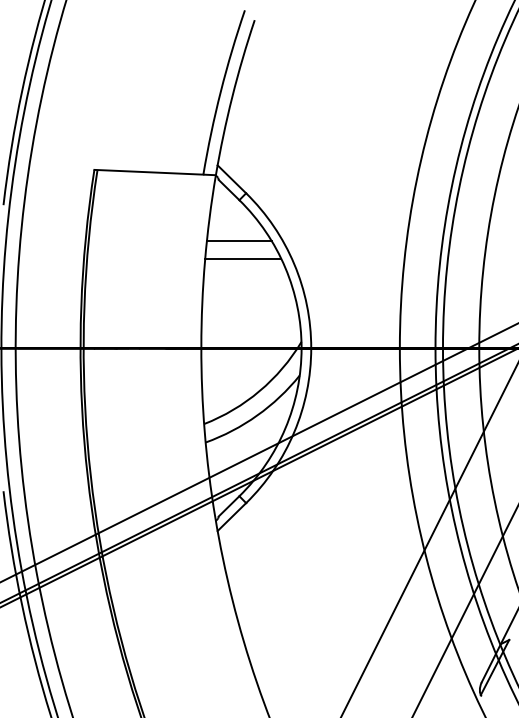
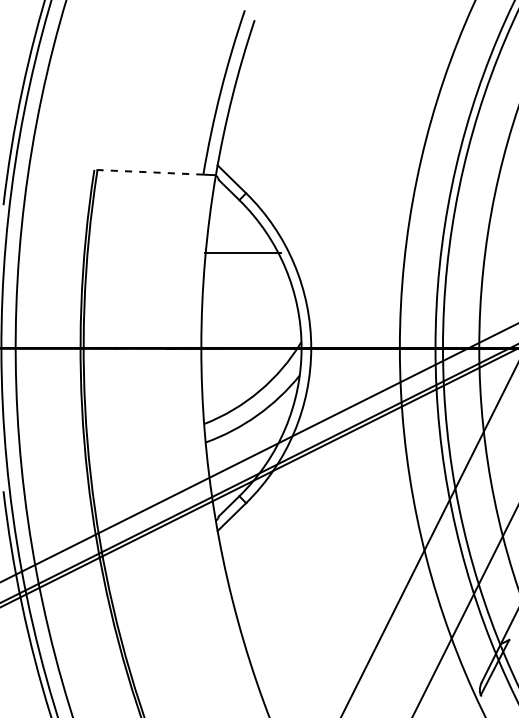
line at (148, 172): solid -> dashed
line at (238, 241): present -> none
line at (243, 259) position: (243, 259) -> (243, 253)
